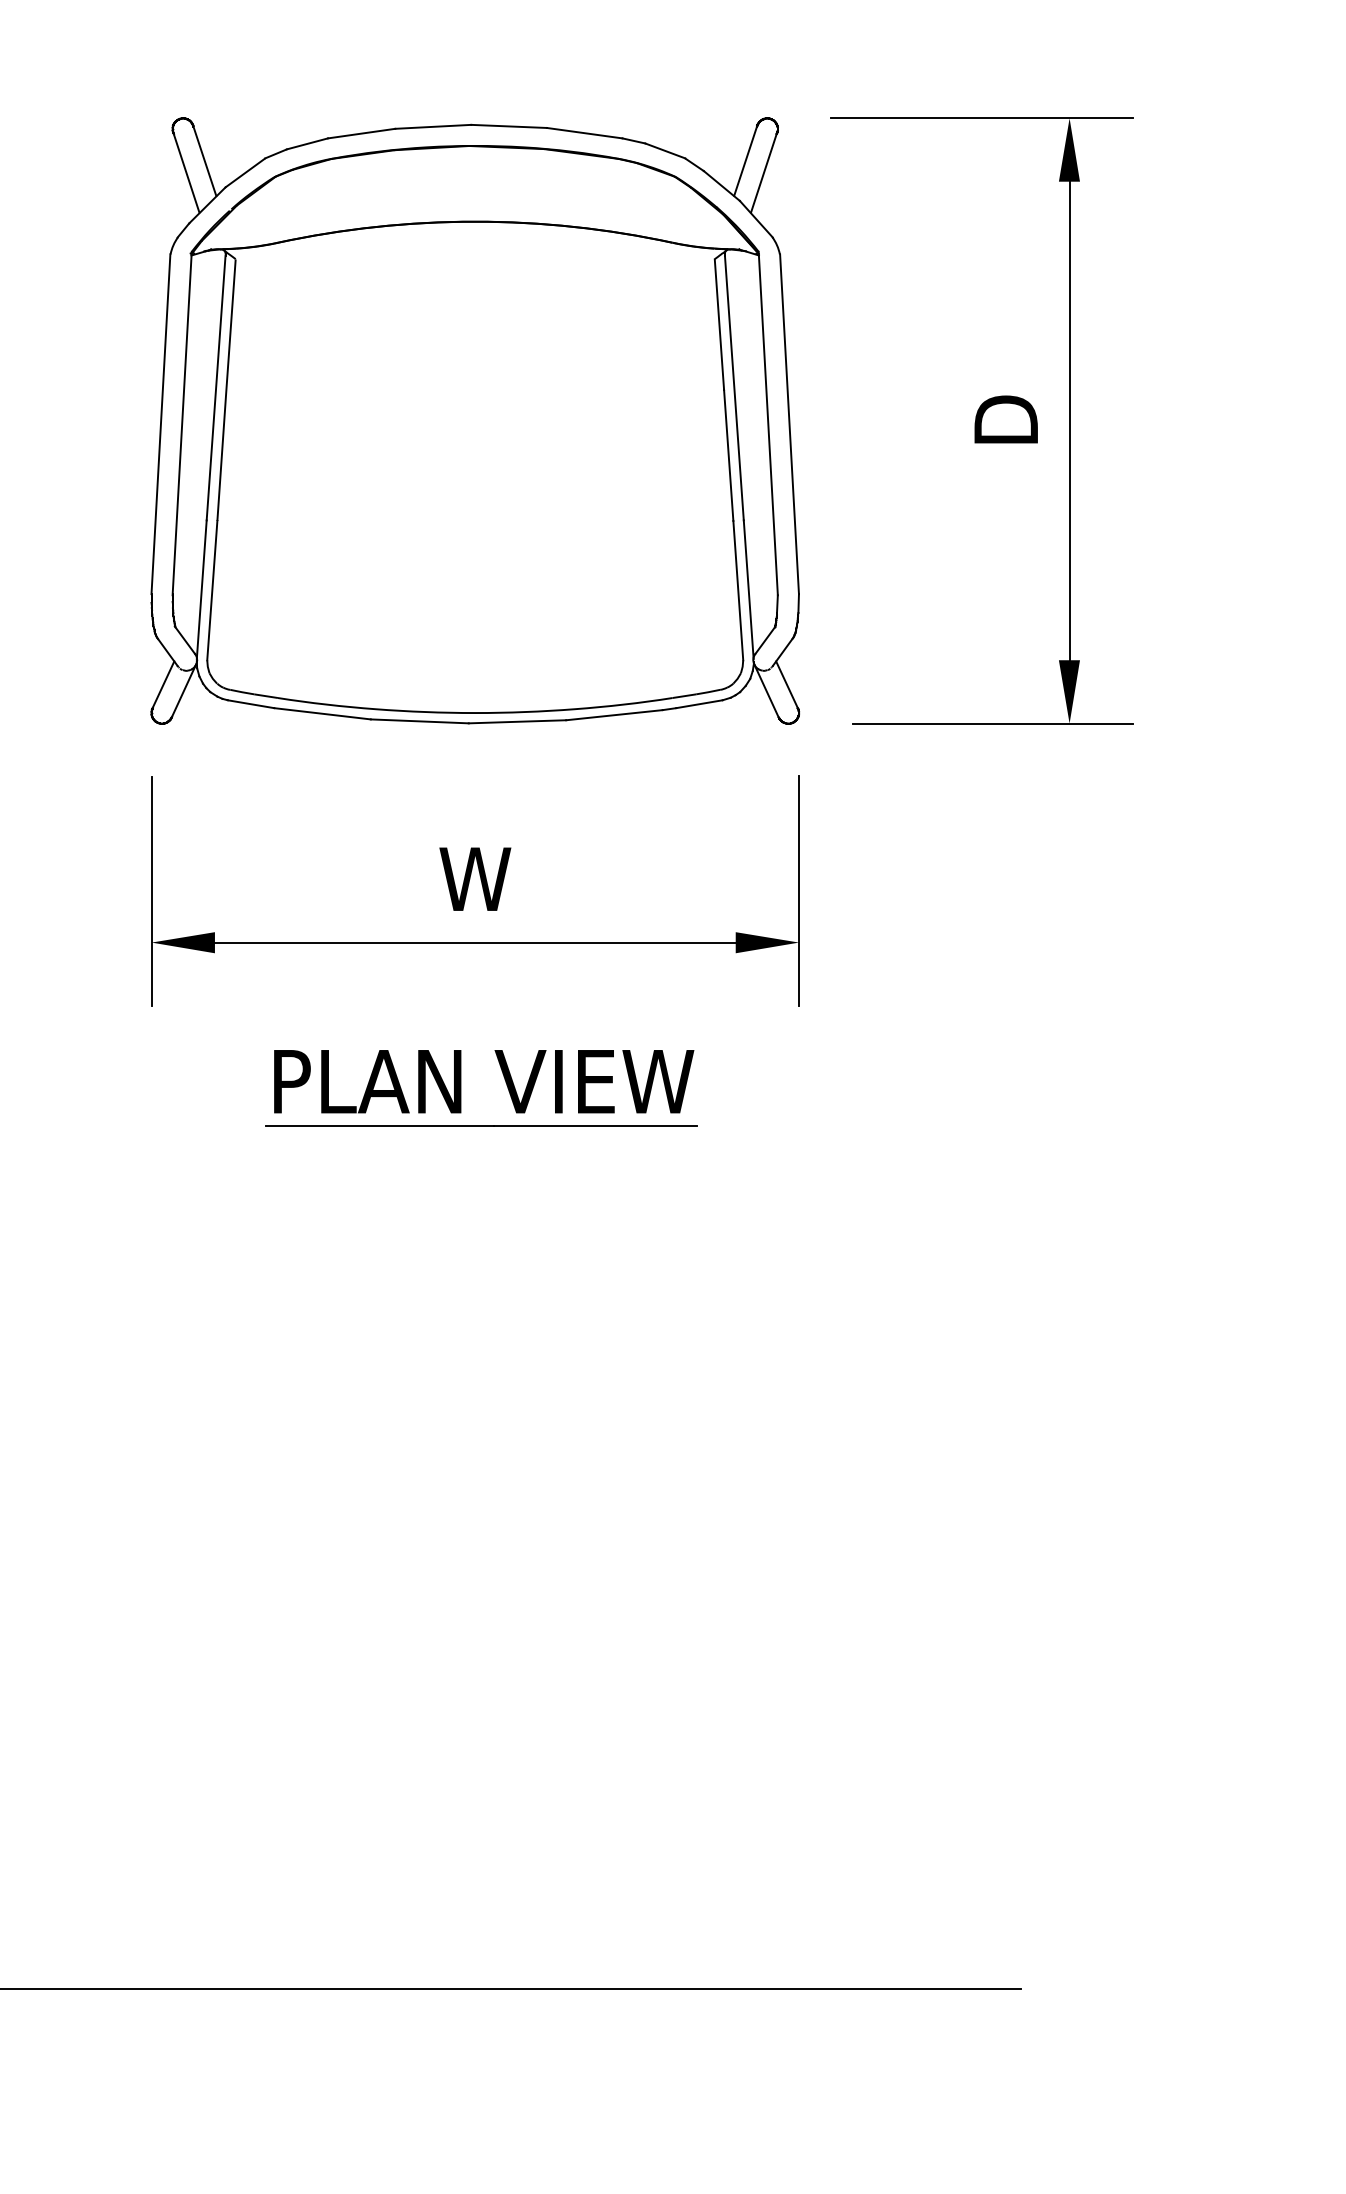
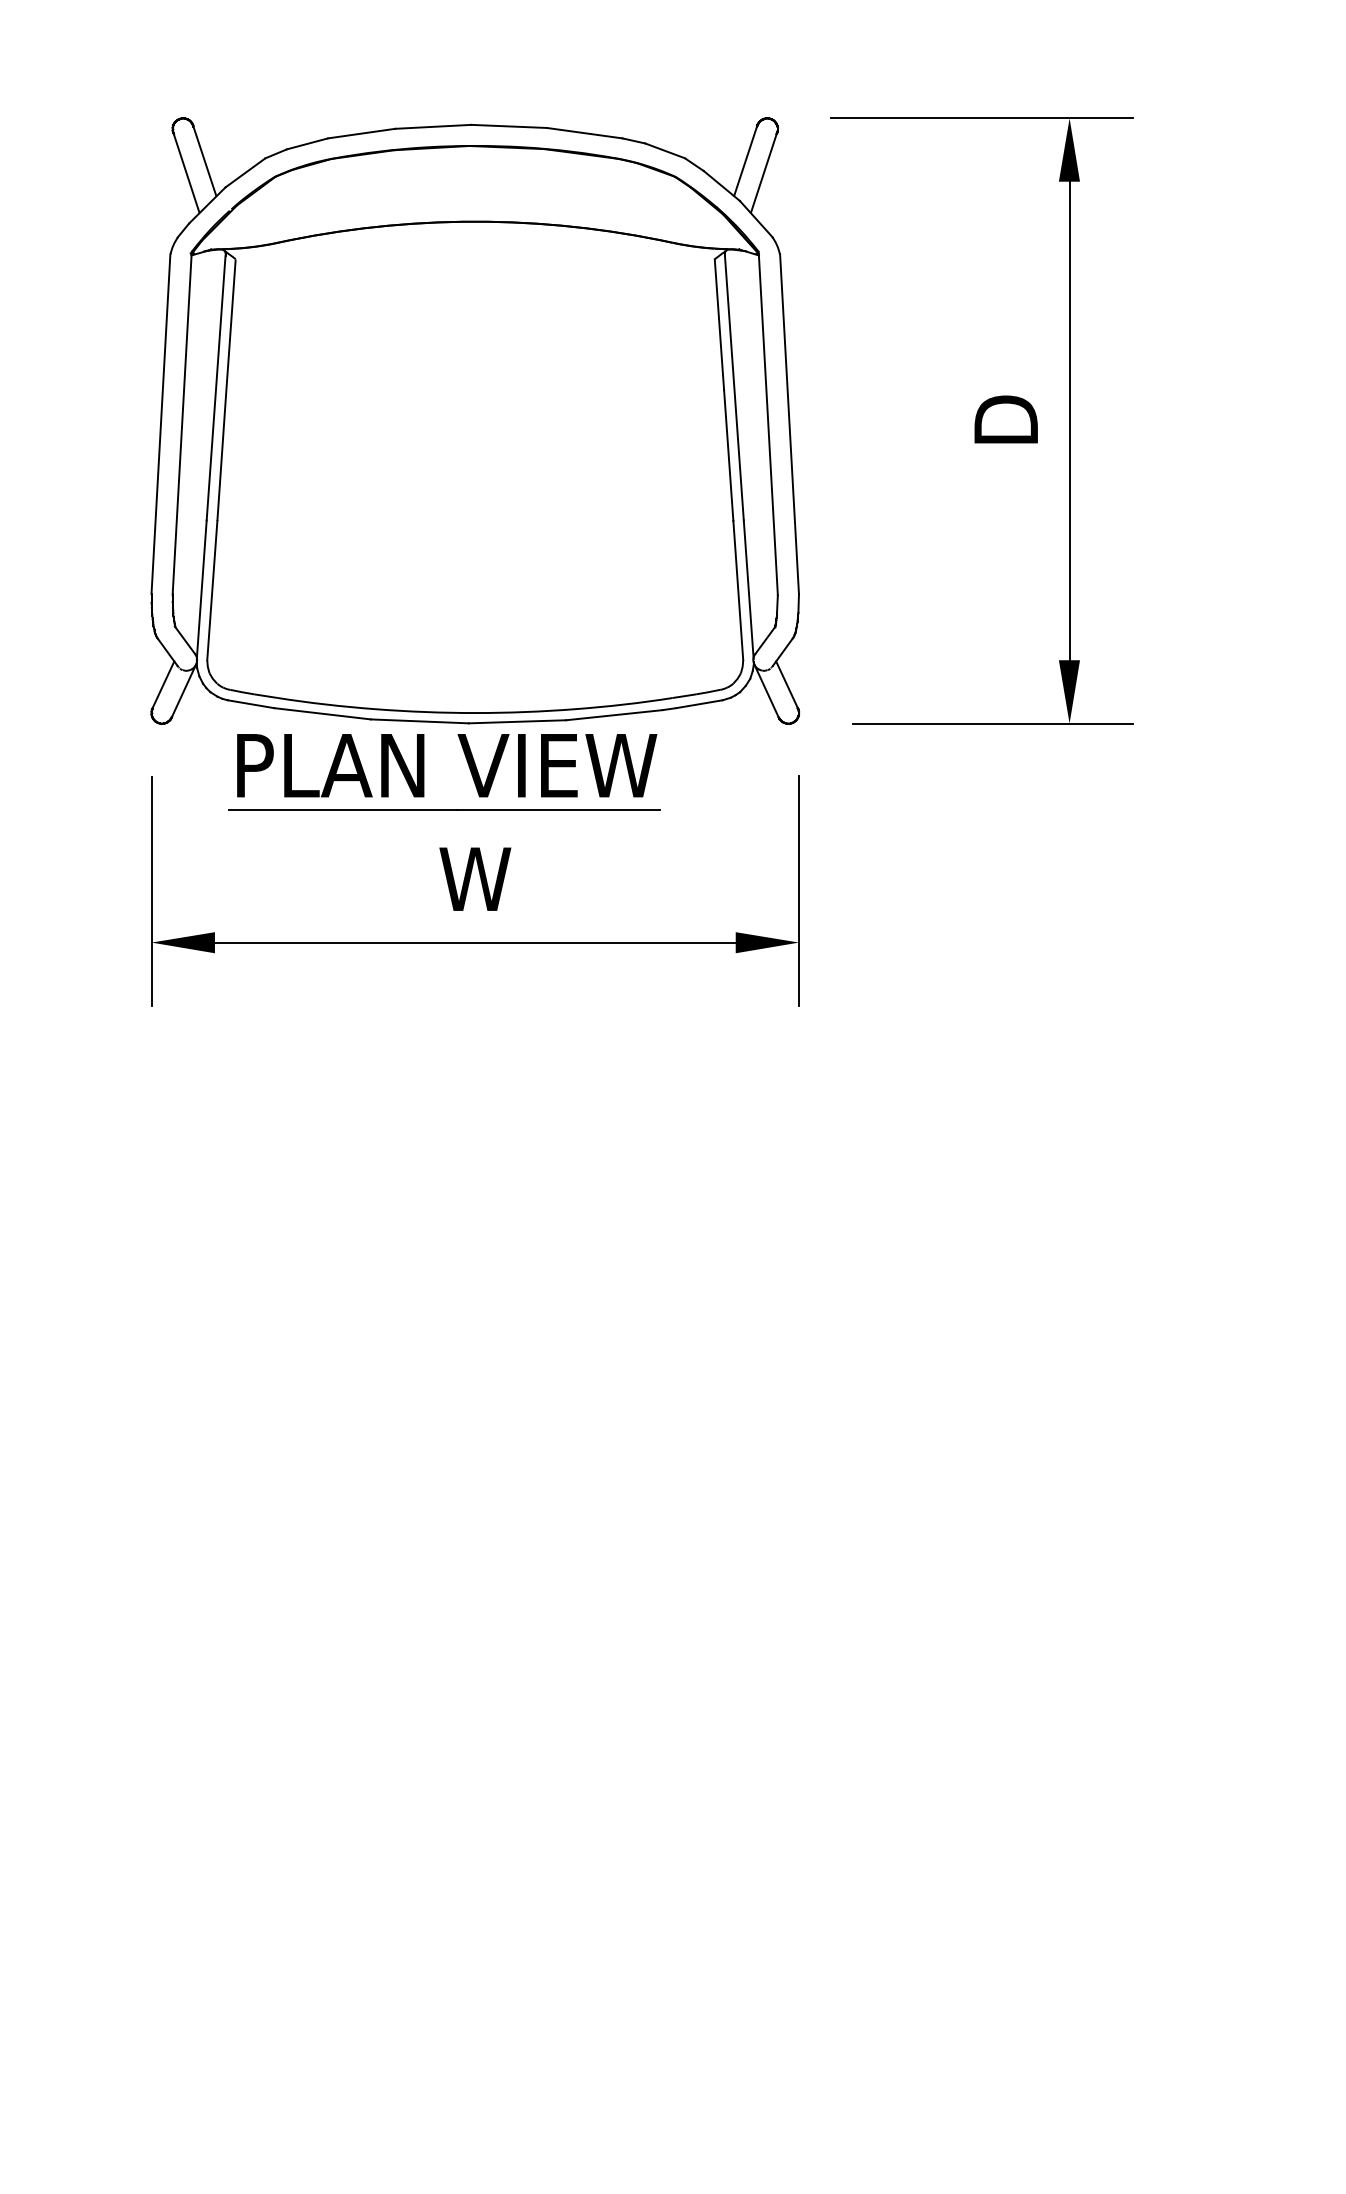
part at (461, 1088) position: (461, 1088) -> (424, 772)
line at (511, 1988): present -> none
